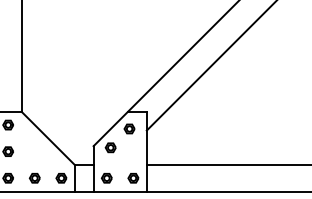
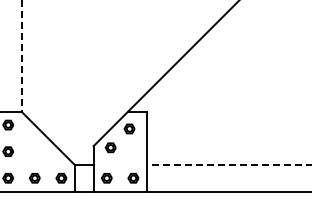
line at (21, 56): solid -> dashed
line at (210, 66): present -> none
line at (228, 164): solid -> dashed
